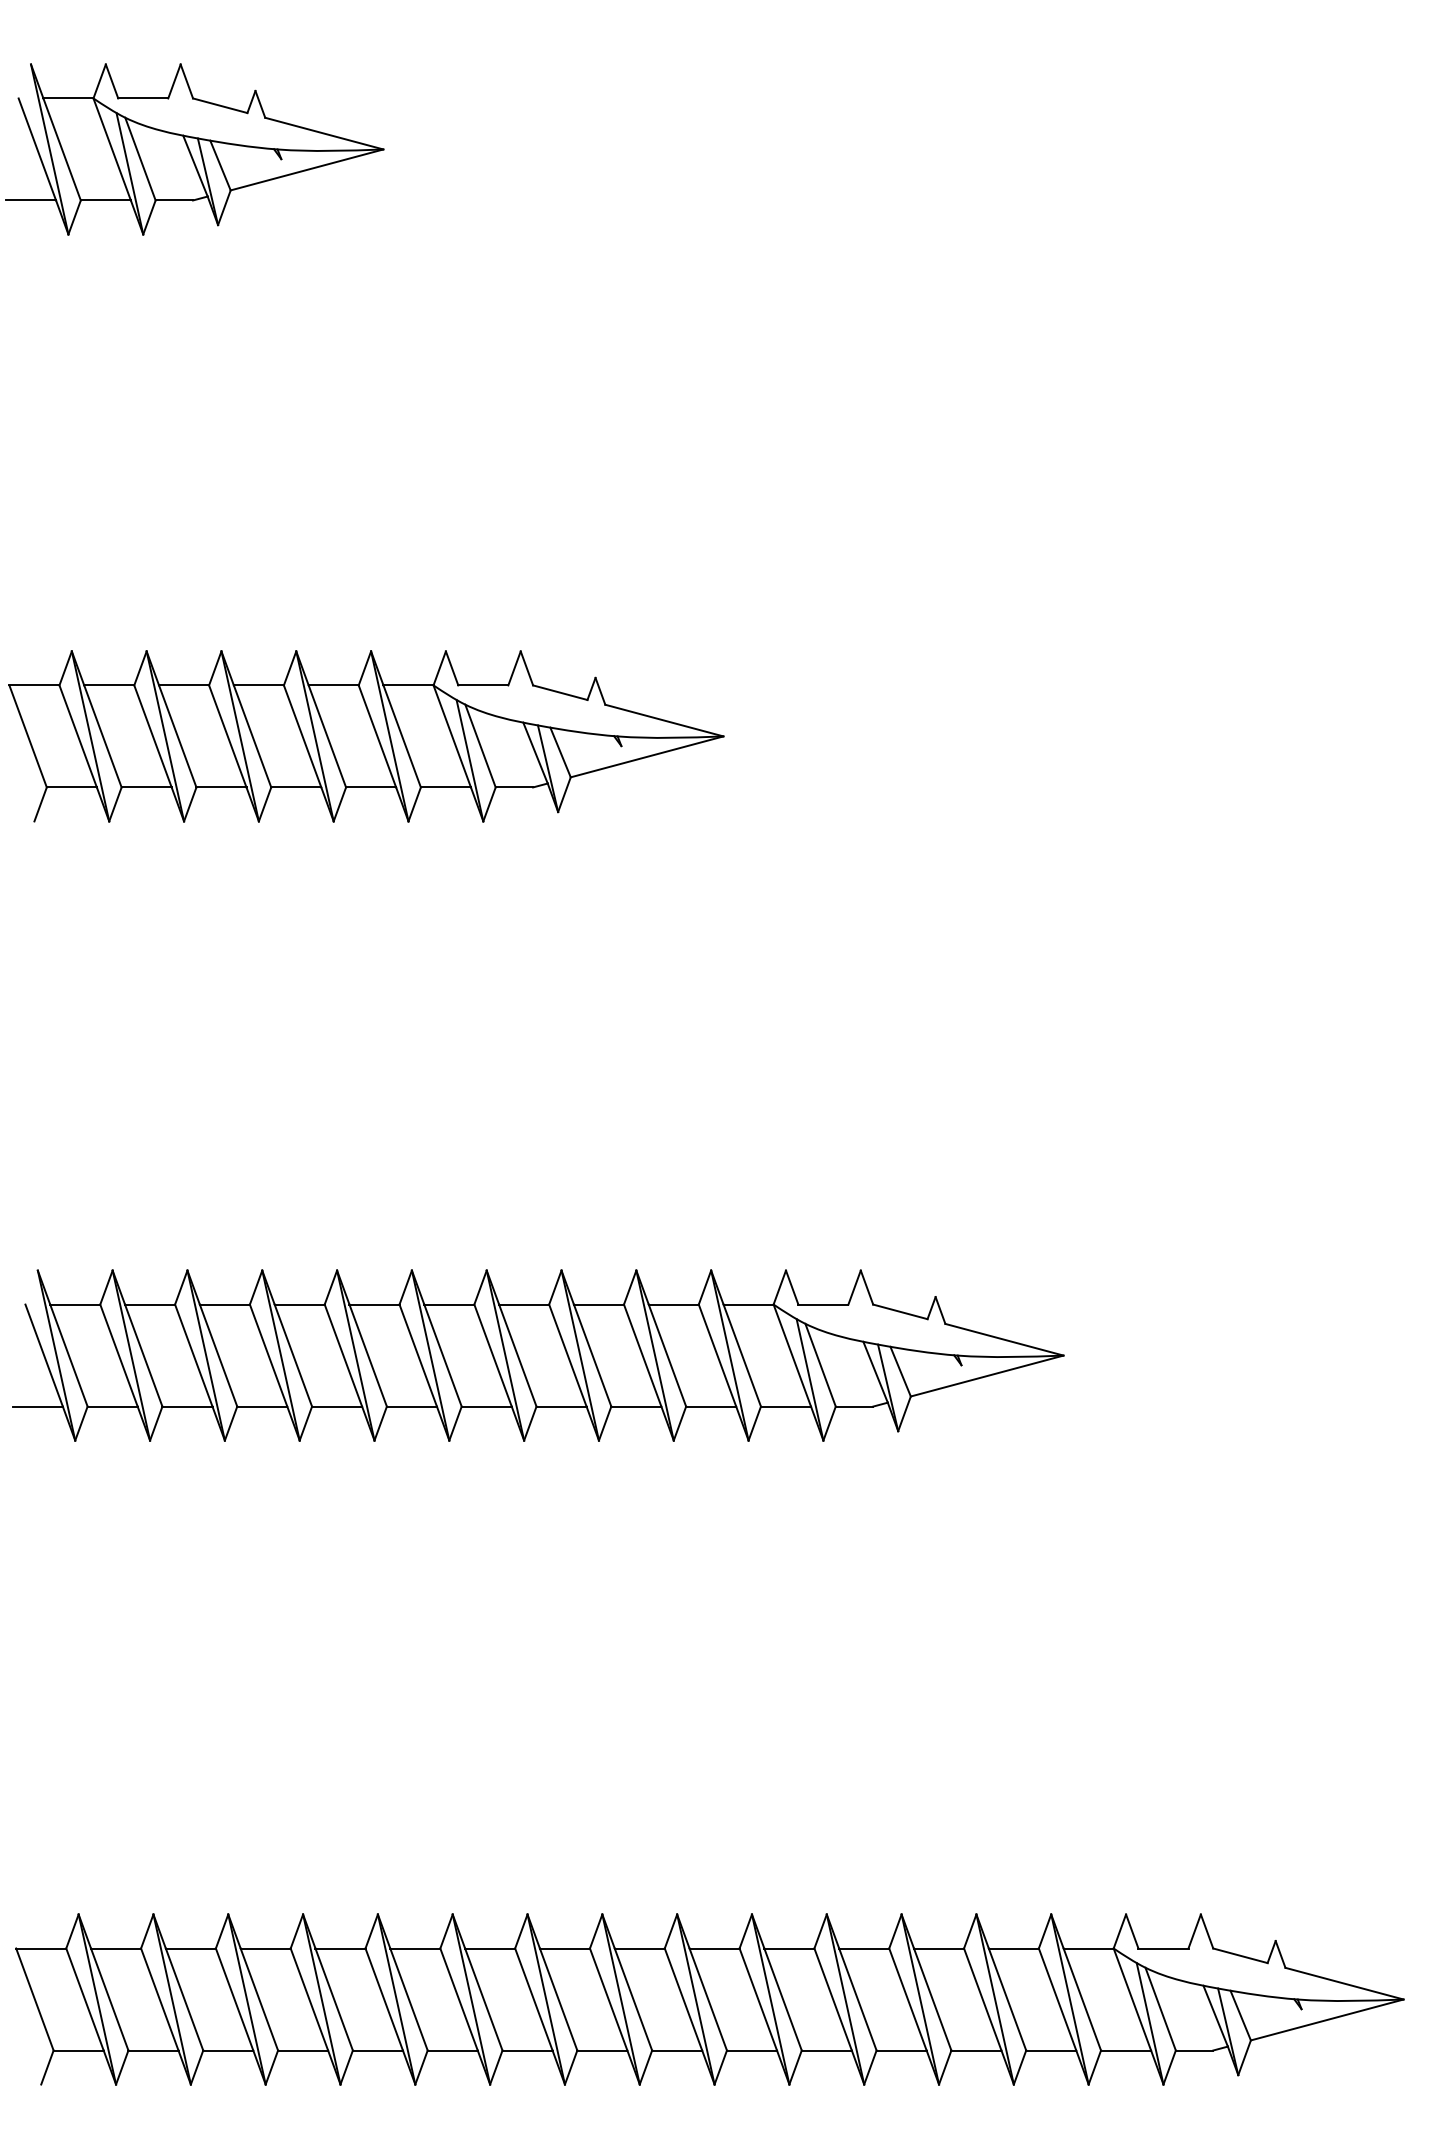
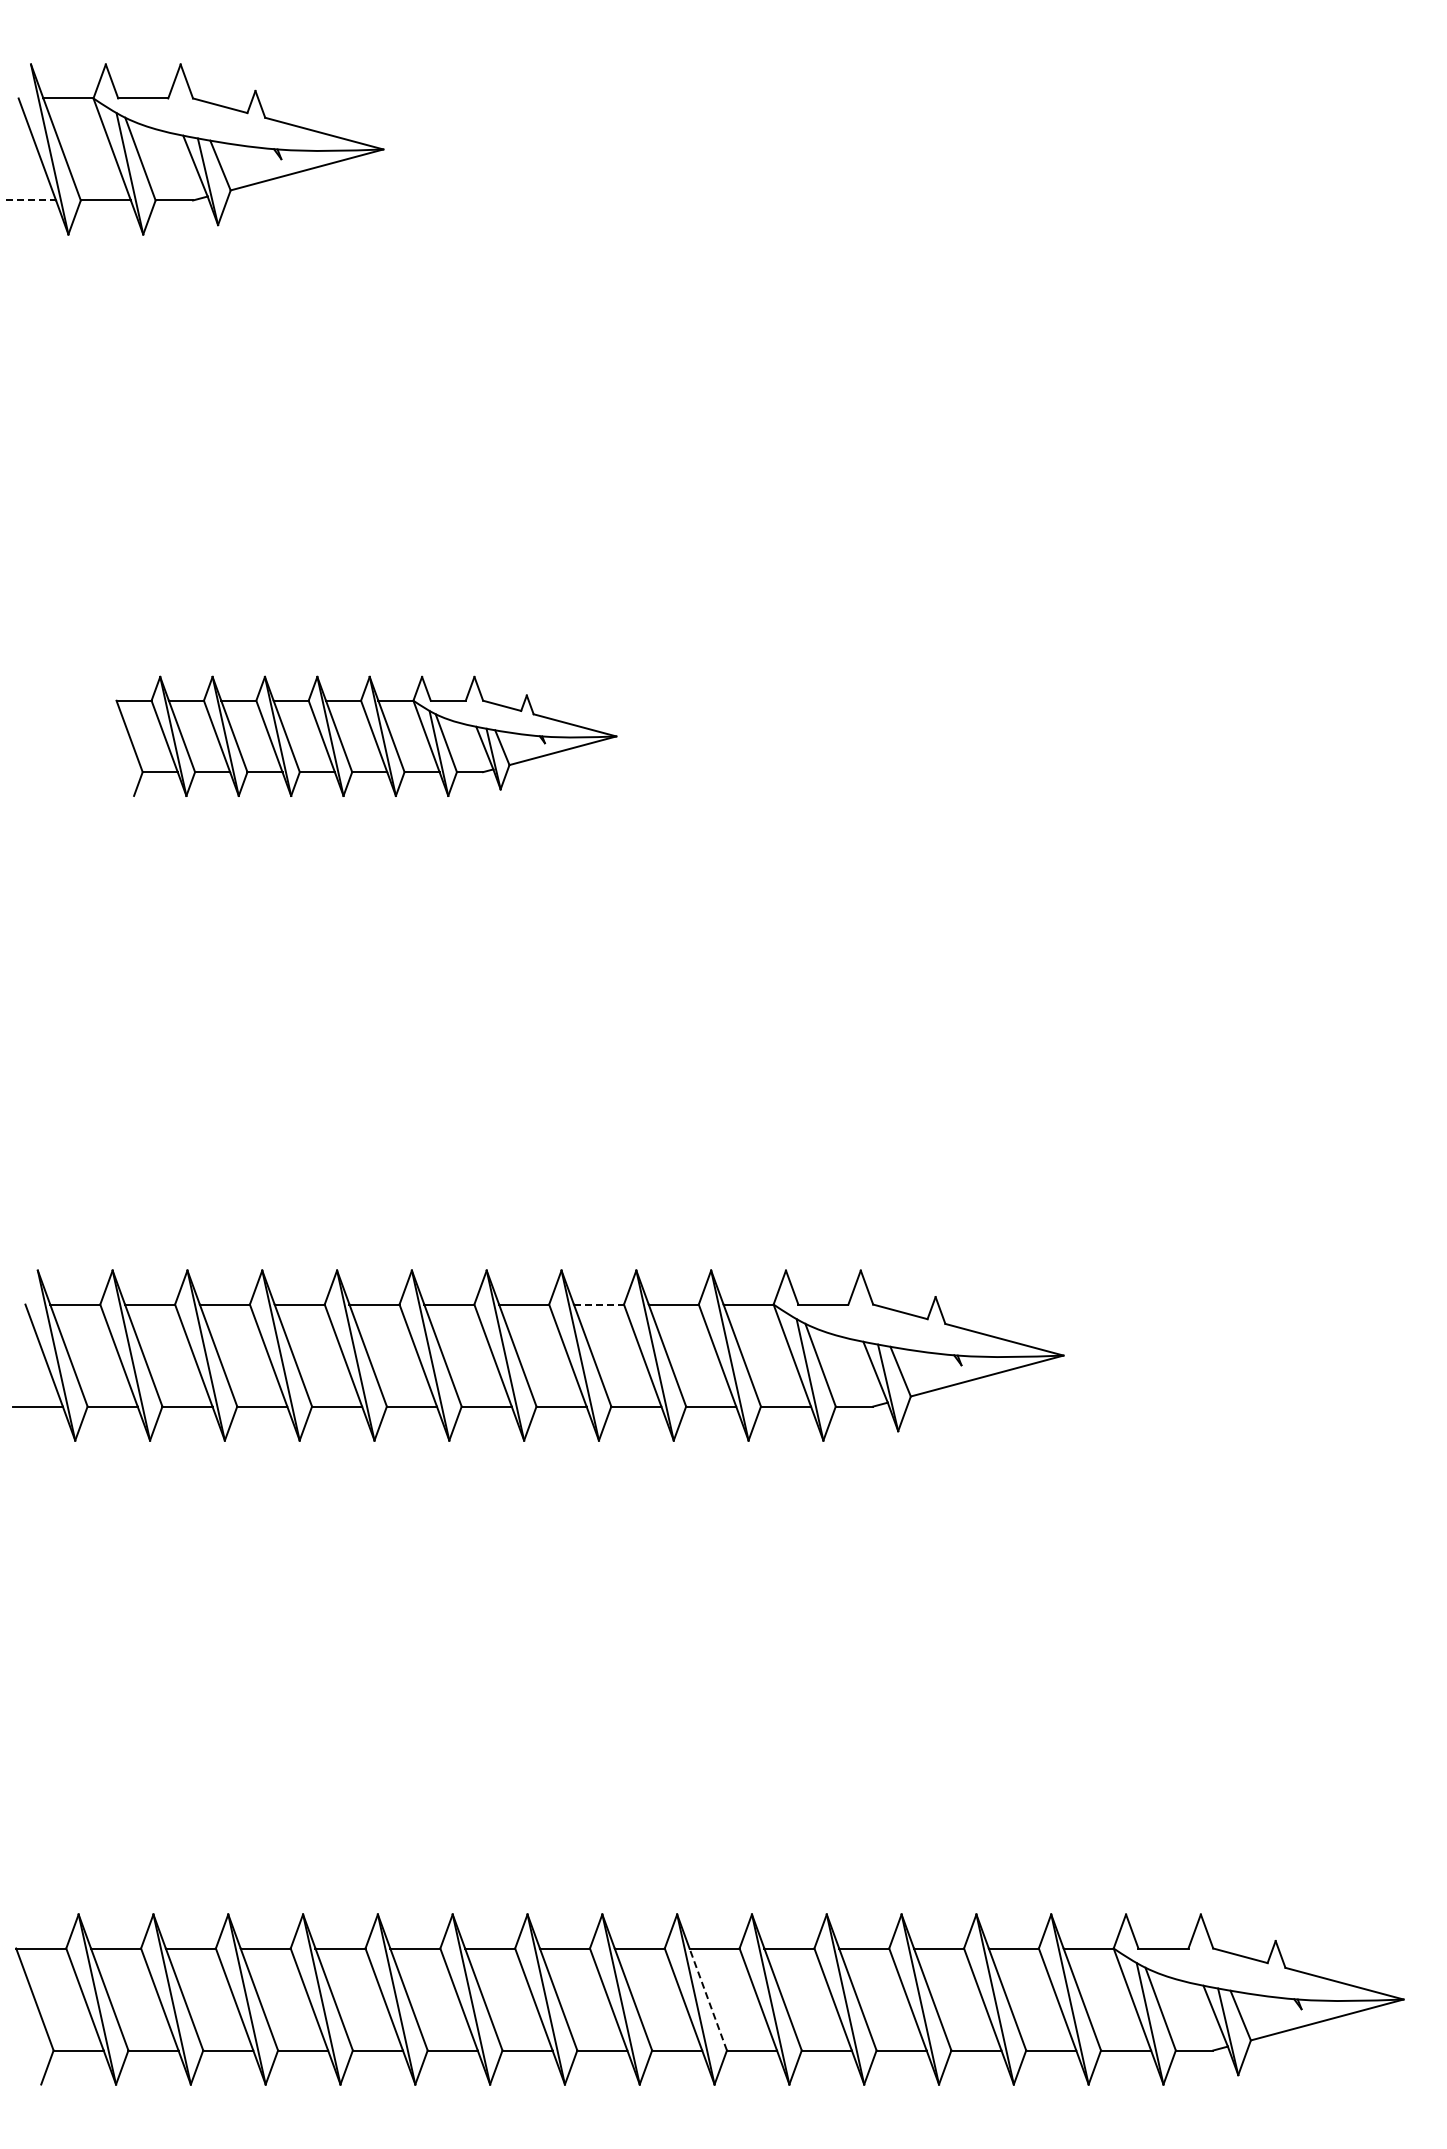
line at (31, 200): solid -> dashed
part at (366, 736) size: 717x173 px -> 503x122 px
line at (599, 1304): solid -> dashed
line at (708, 1999): solid -> dashed
